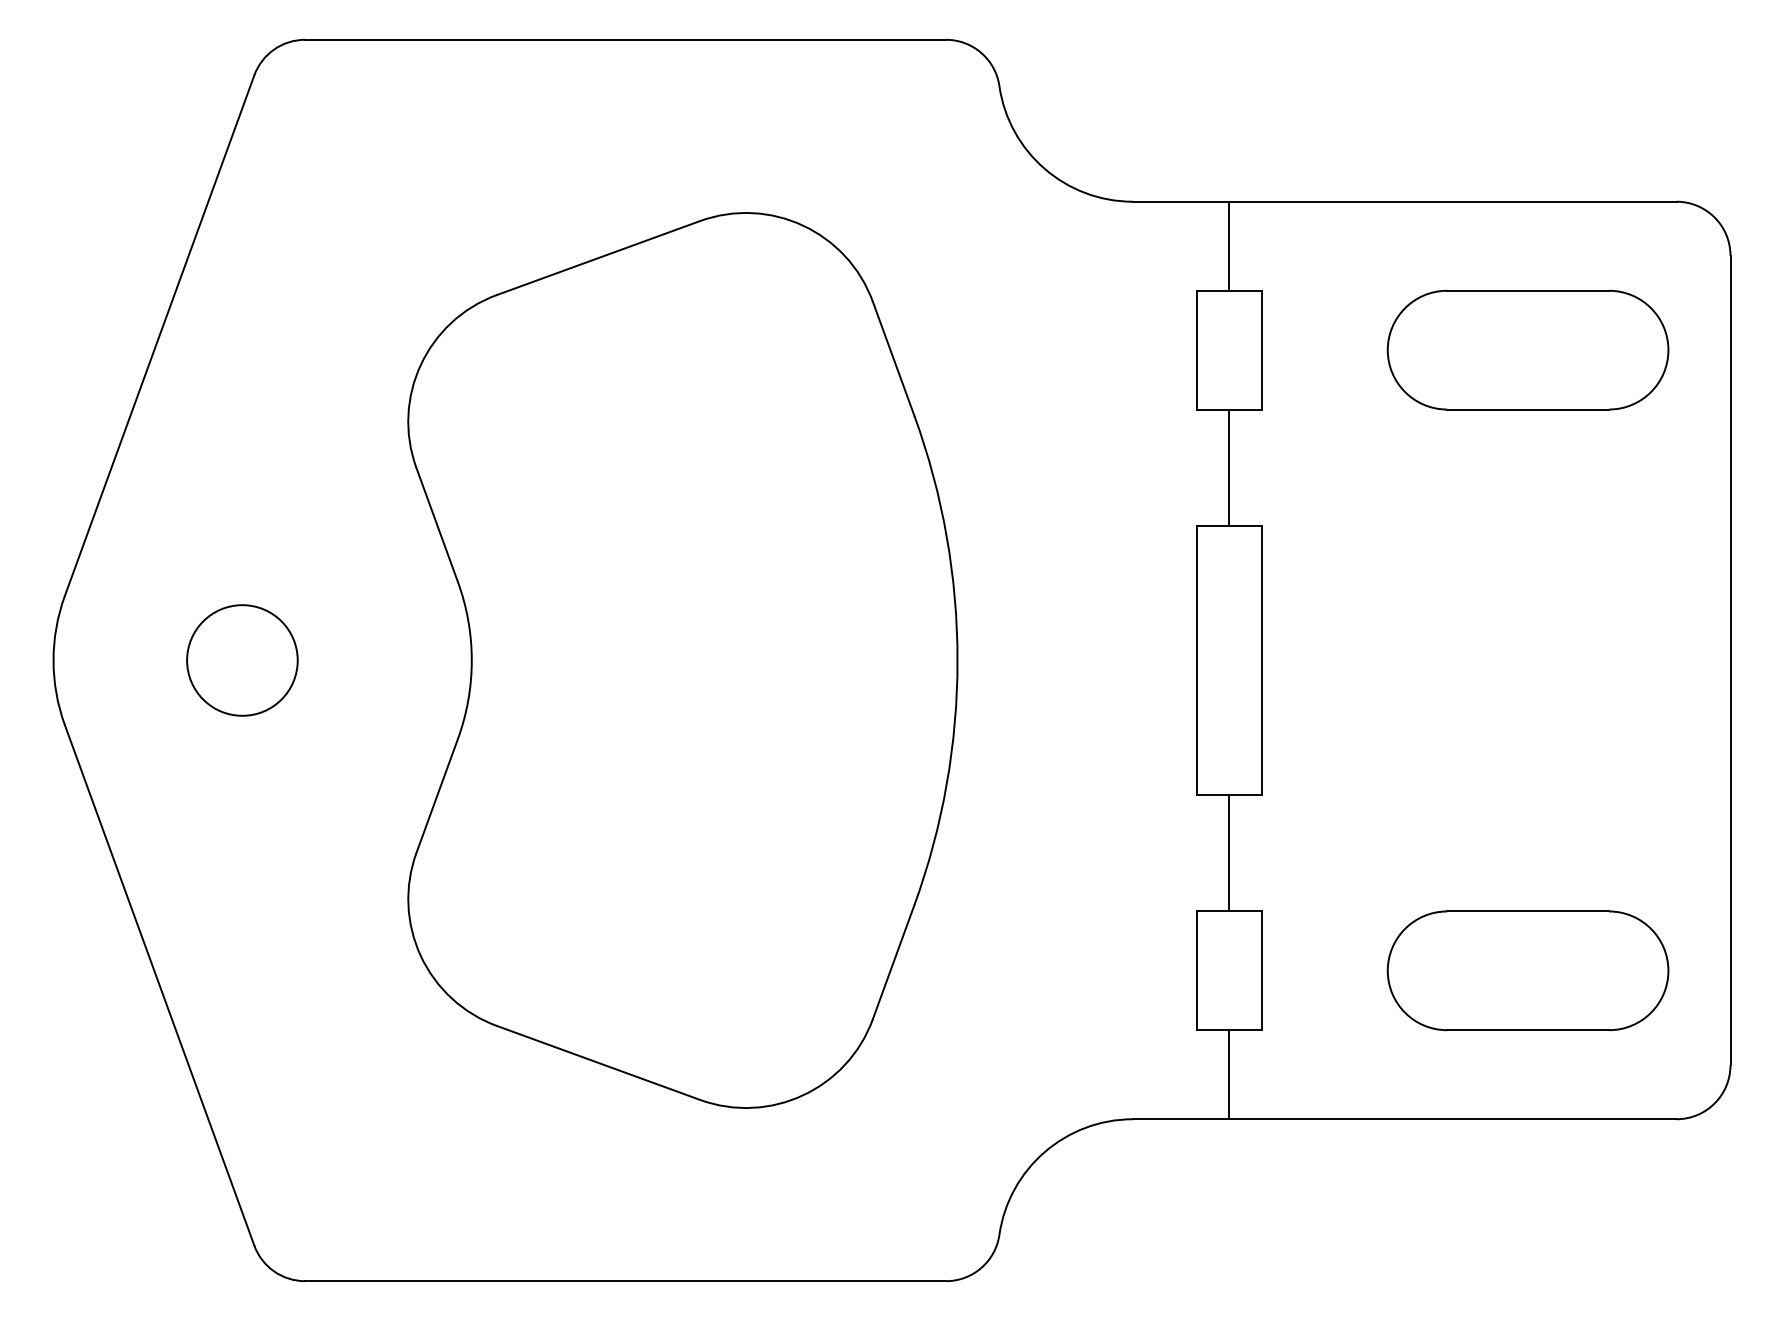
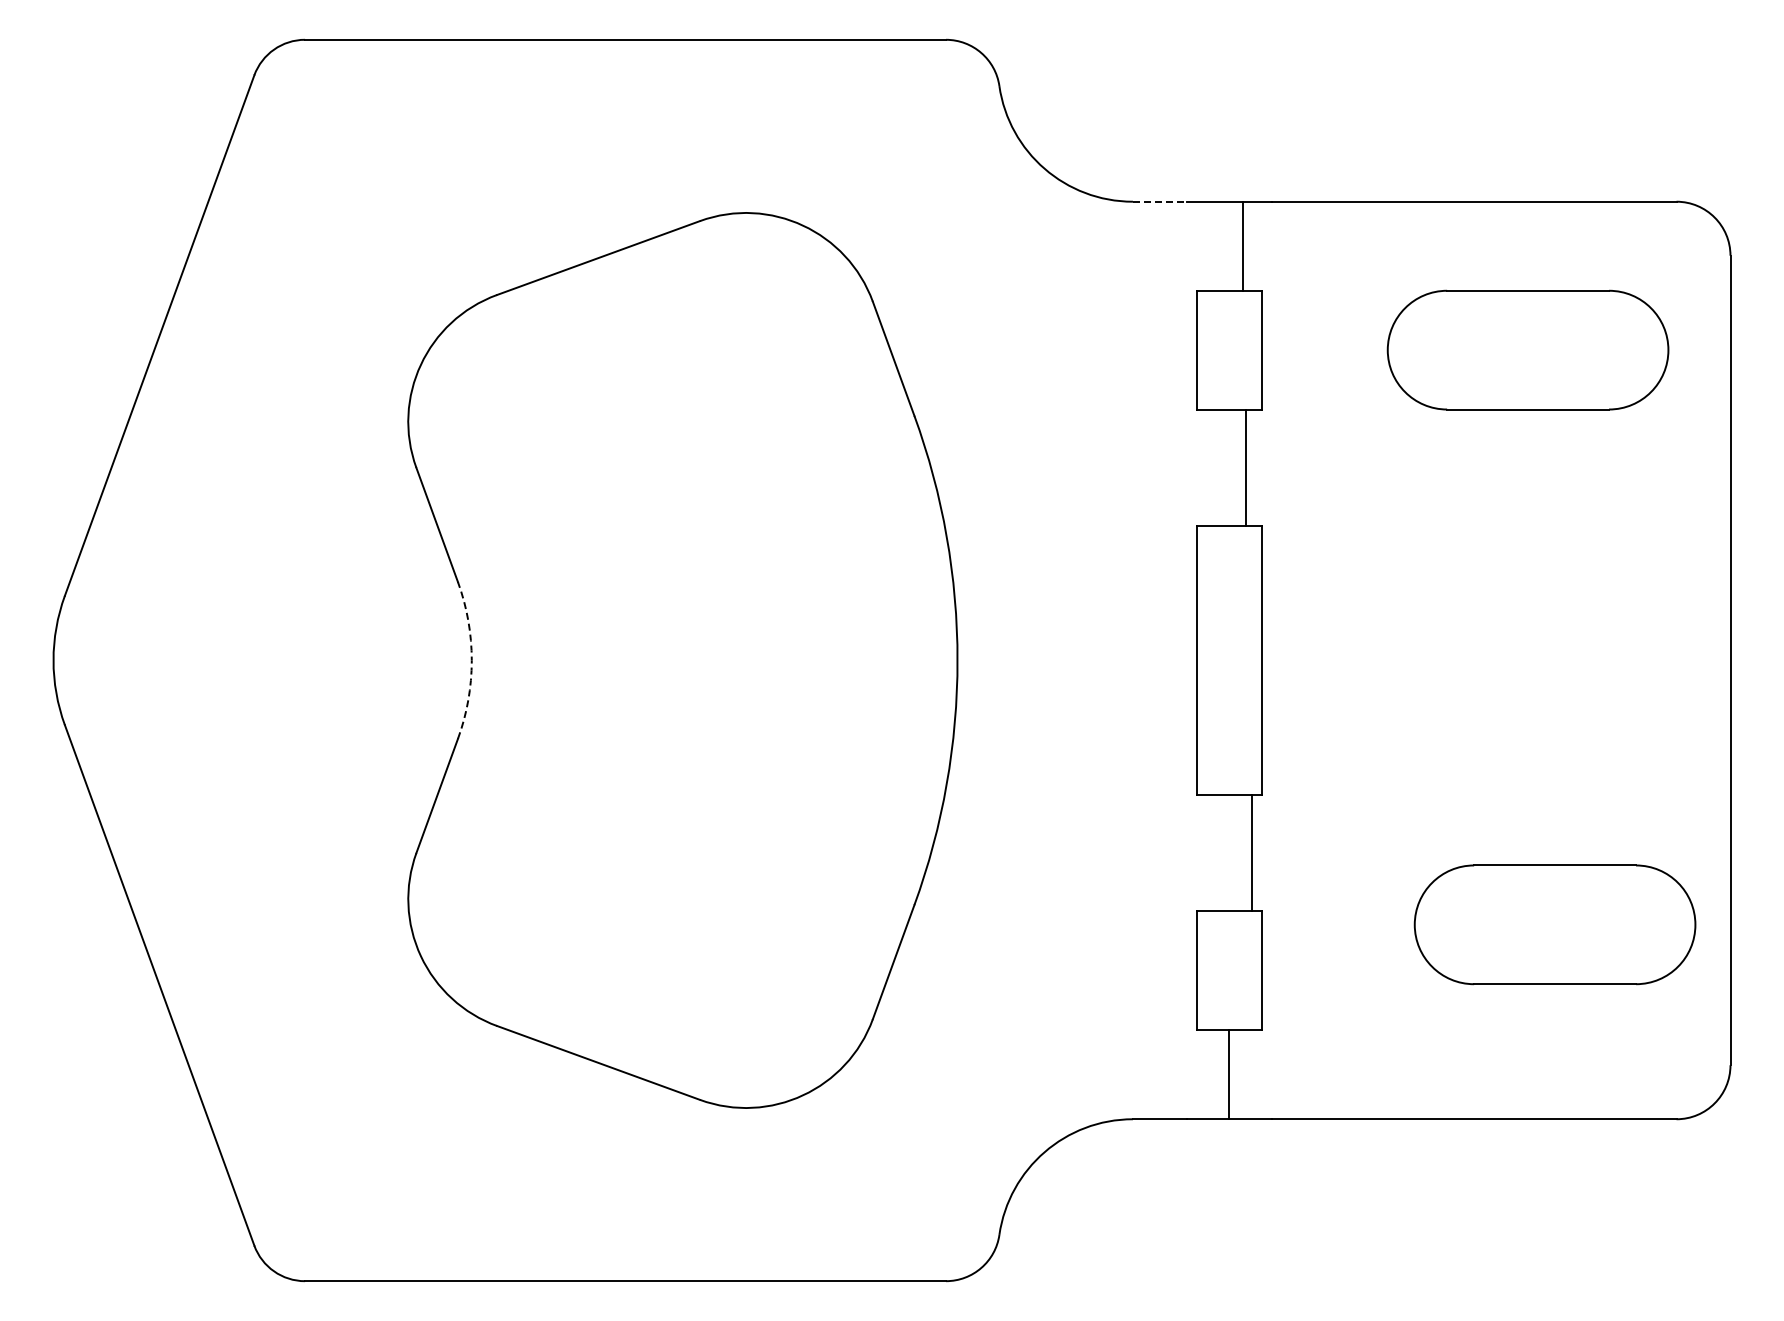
line at (1159, 201): solid -> dashed
line at (1229, 245) position: (1229, 245) -> (1243, 245)
line at (1229, 467) position: (1229, 467) -> (1246, 467)
circle at (242, 660): present -> none
arc at (471, 660): solid -> dashed
line at (1229, 853) position: (1229, 853) -> (1252, 853)
part at (1527, 970) position: (1527, 970) -> (1554, 924)
